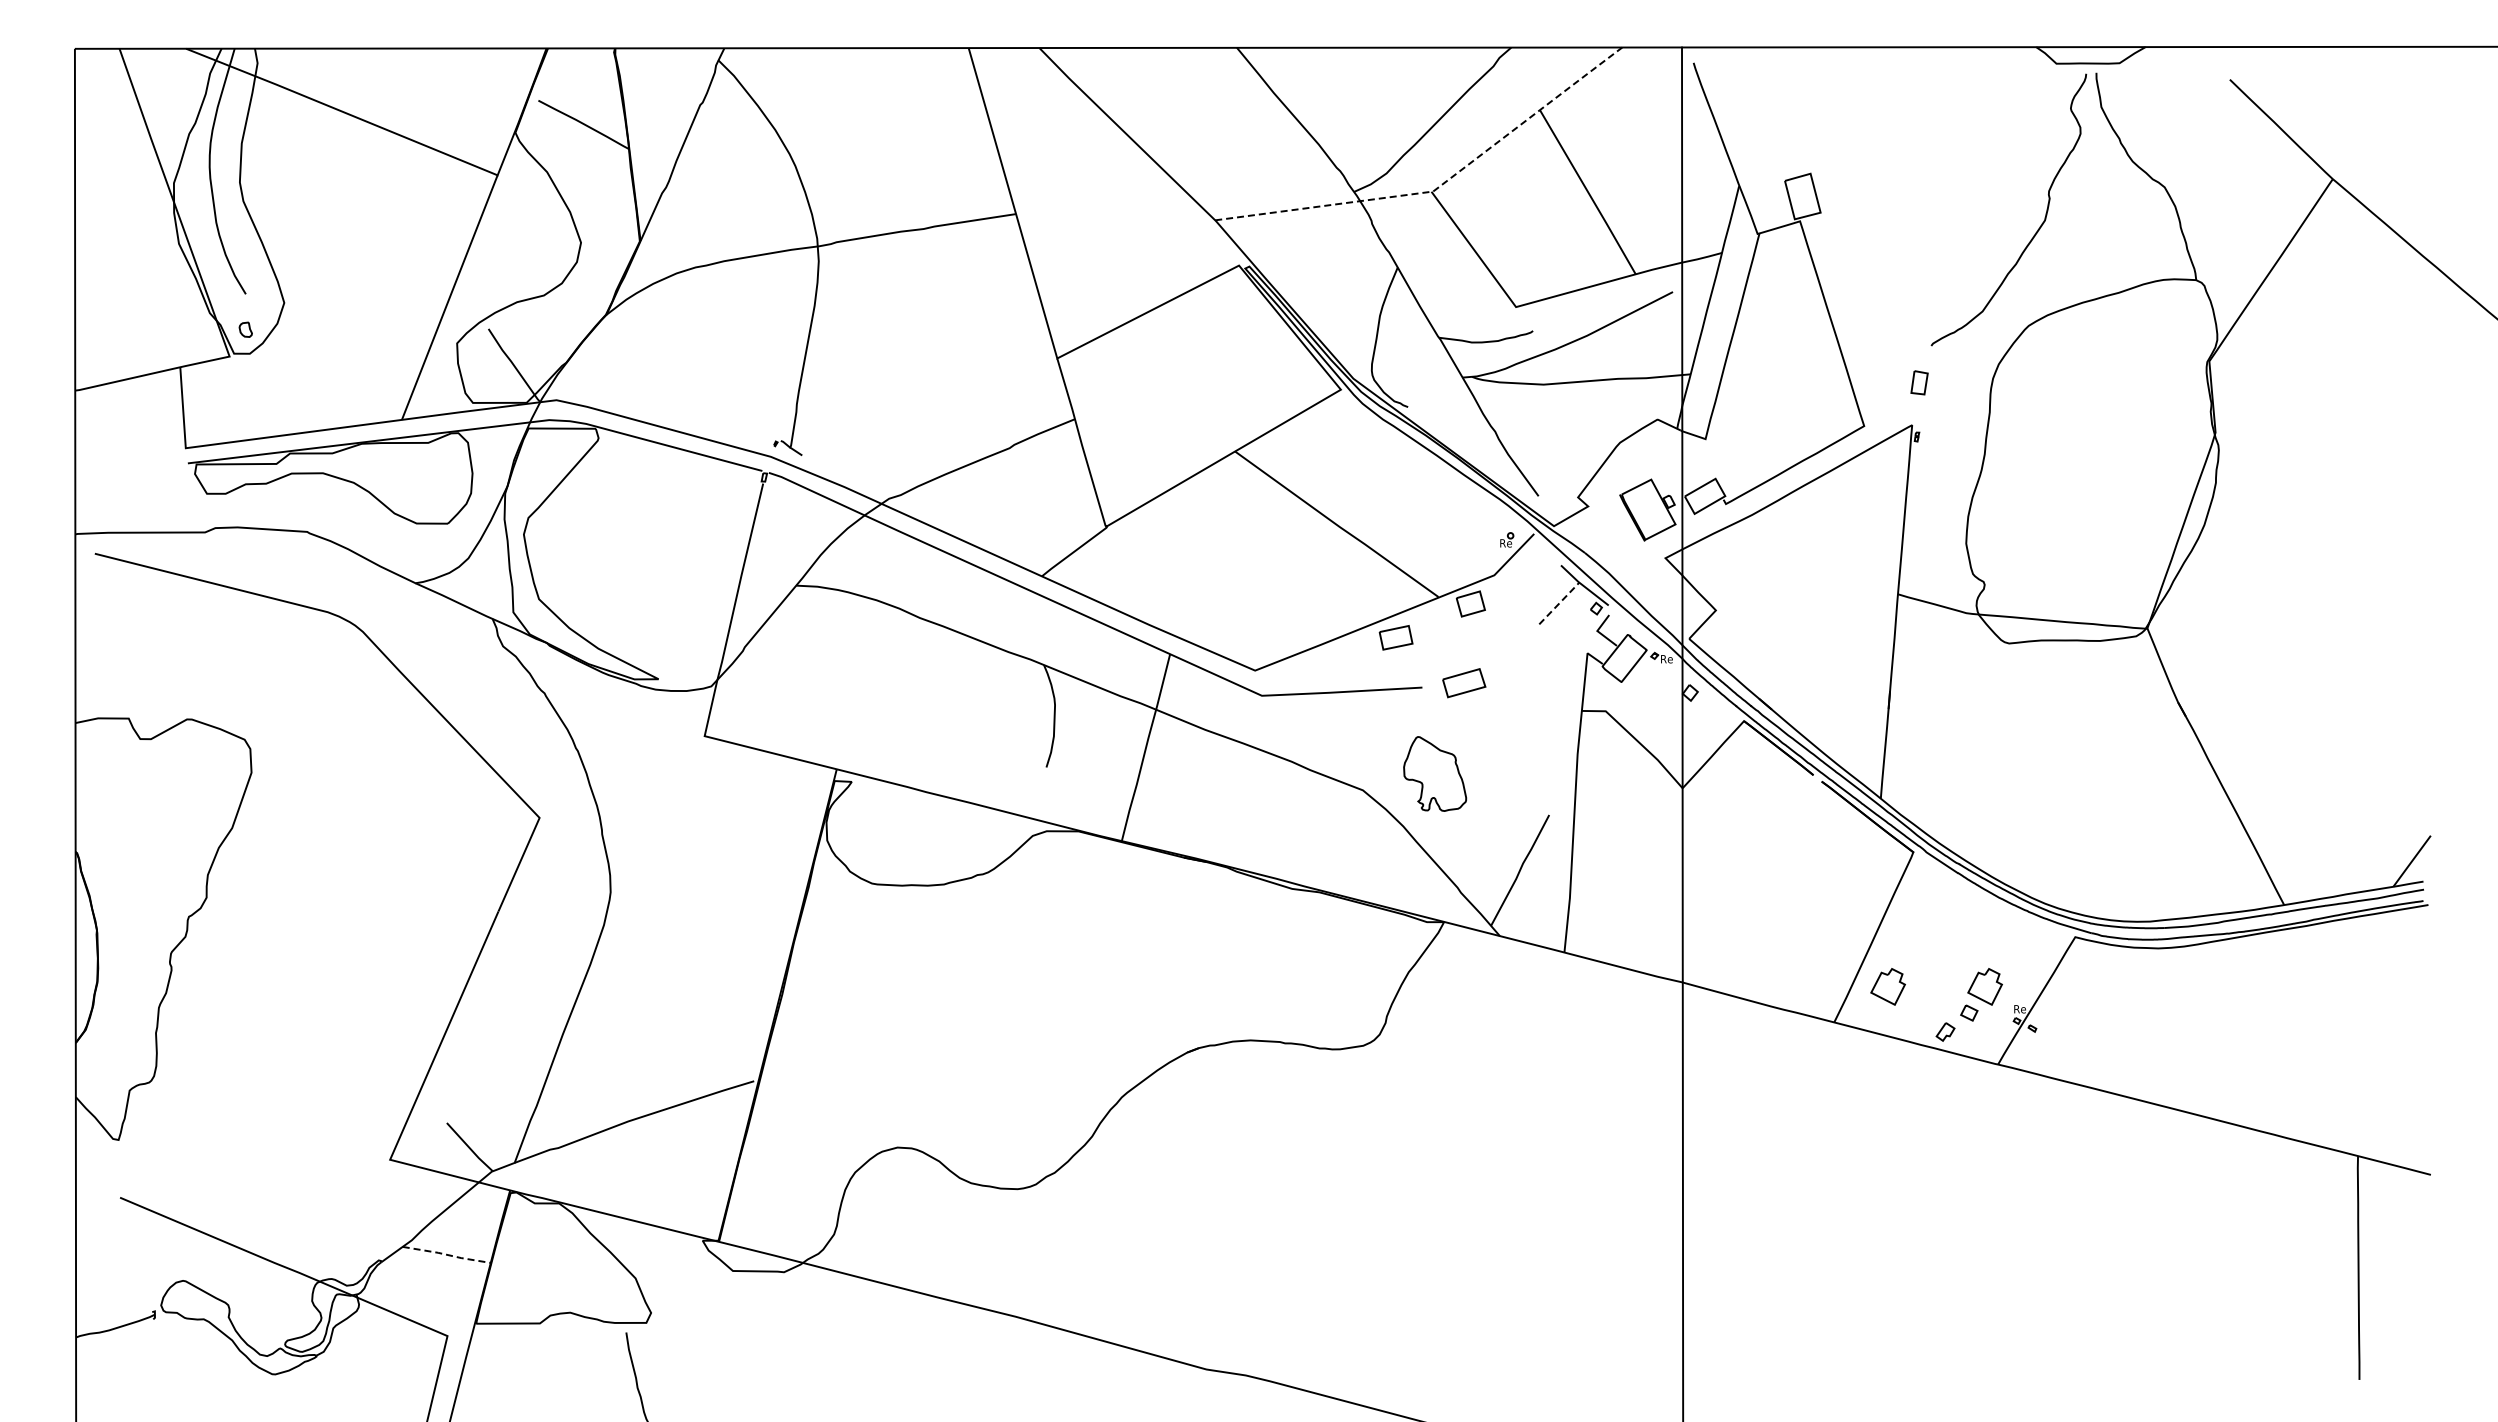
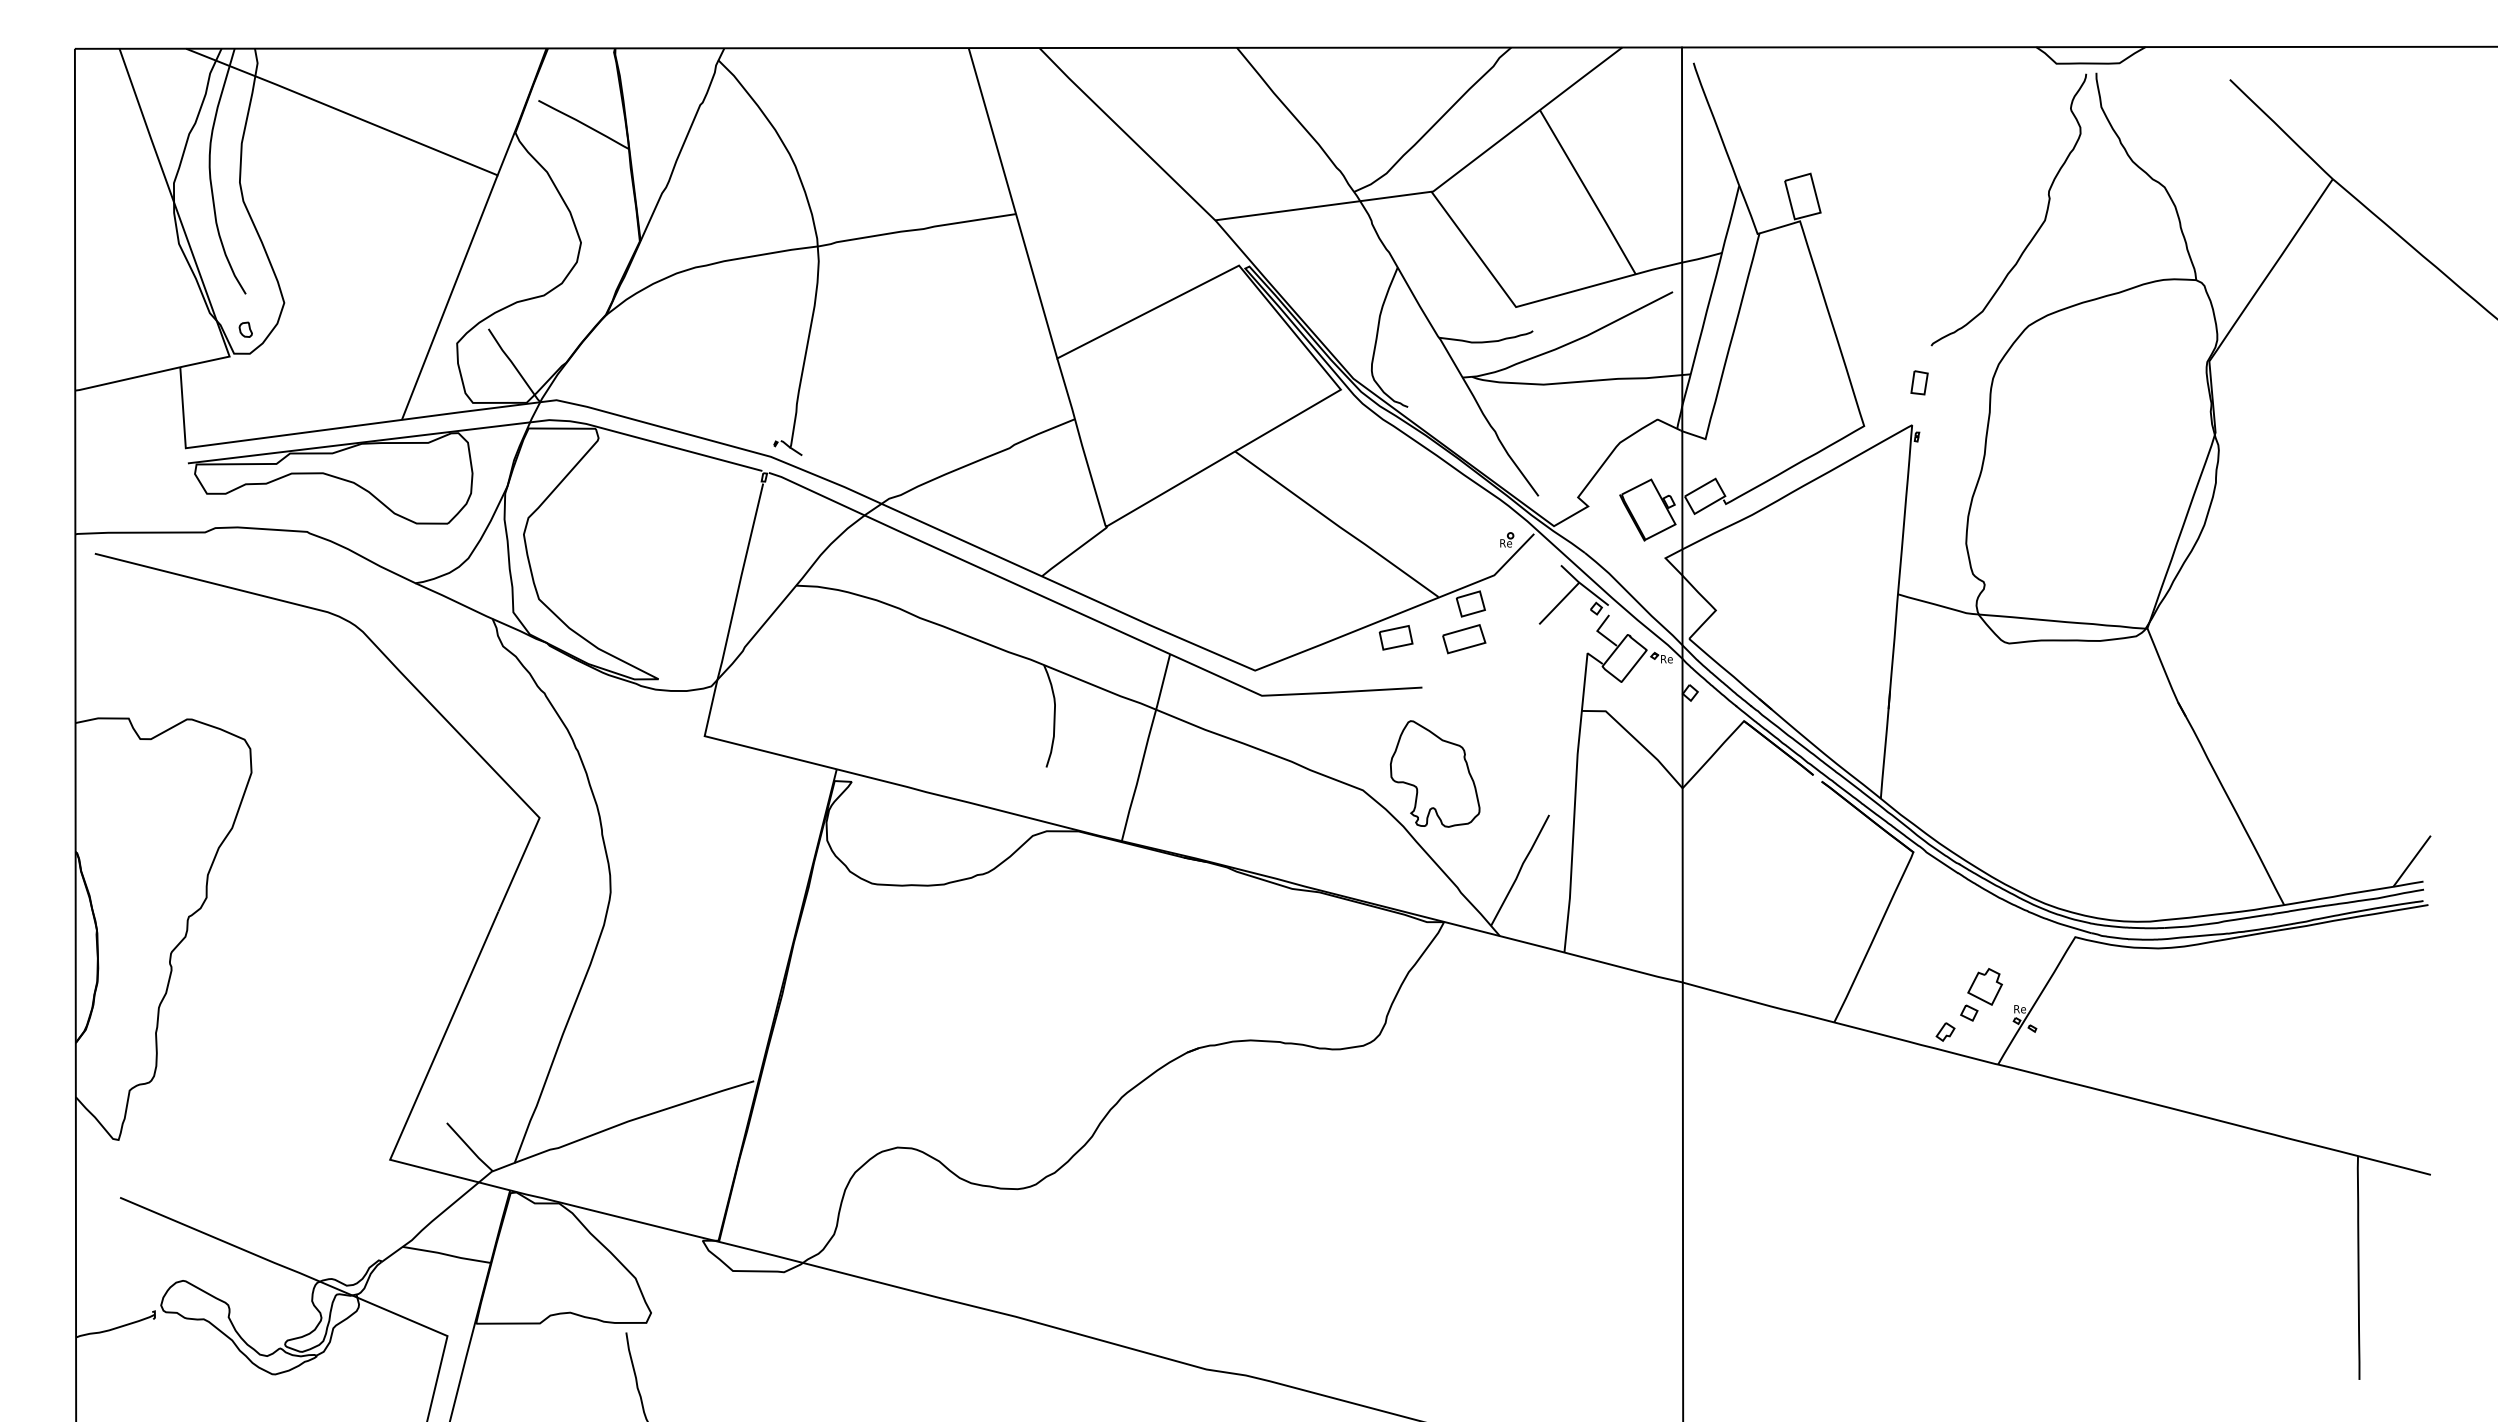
line at (1441, 185): dashed -> solid
line at (1559, 603): dashed -> solid
part at (1464, 683) position: (1464, 683) -> (1464, 639)
part at (1435, 773) size: 65x76 px -> 92x108 px
part at (1887, 986): present -> none
line at (447, 1254): dashed -> solid
